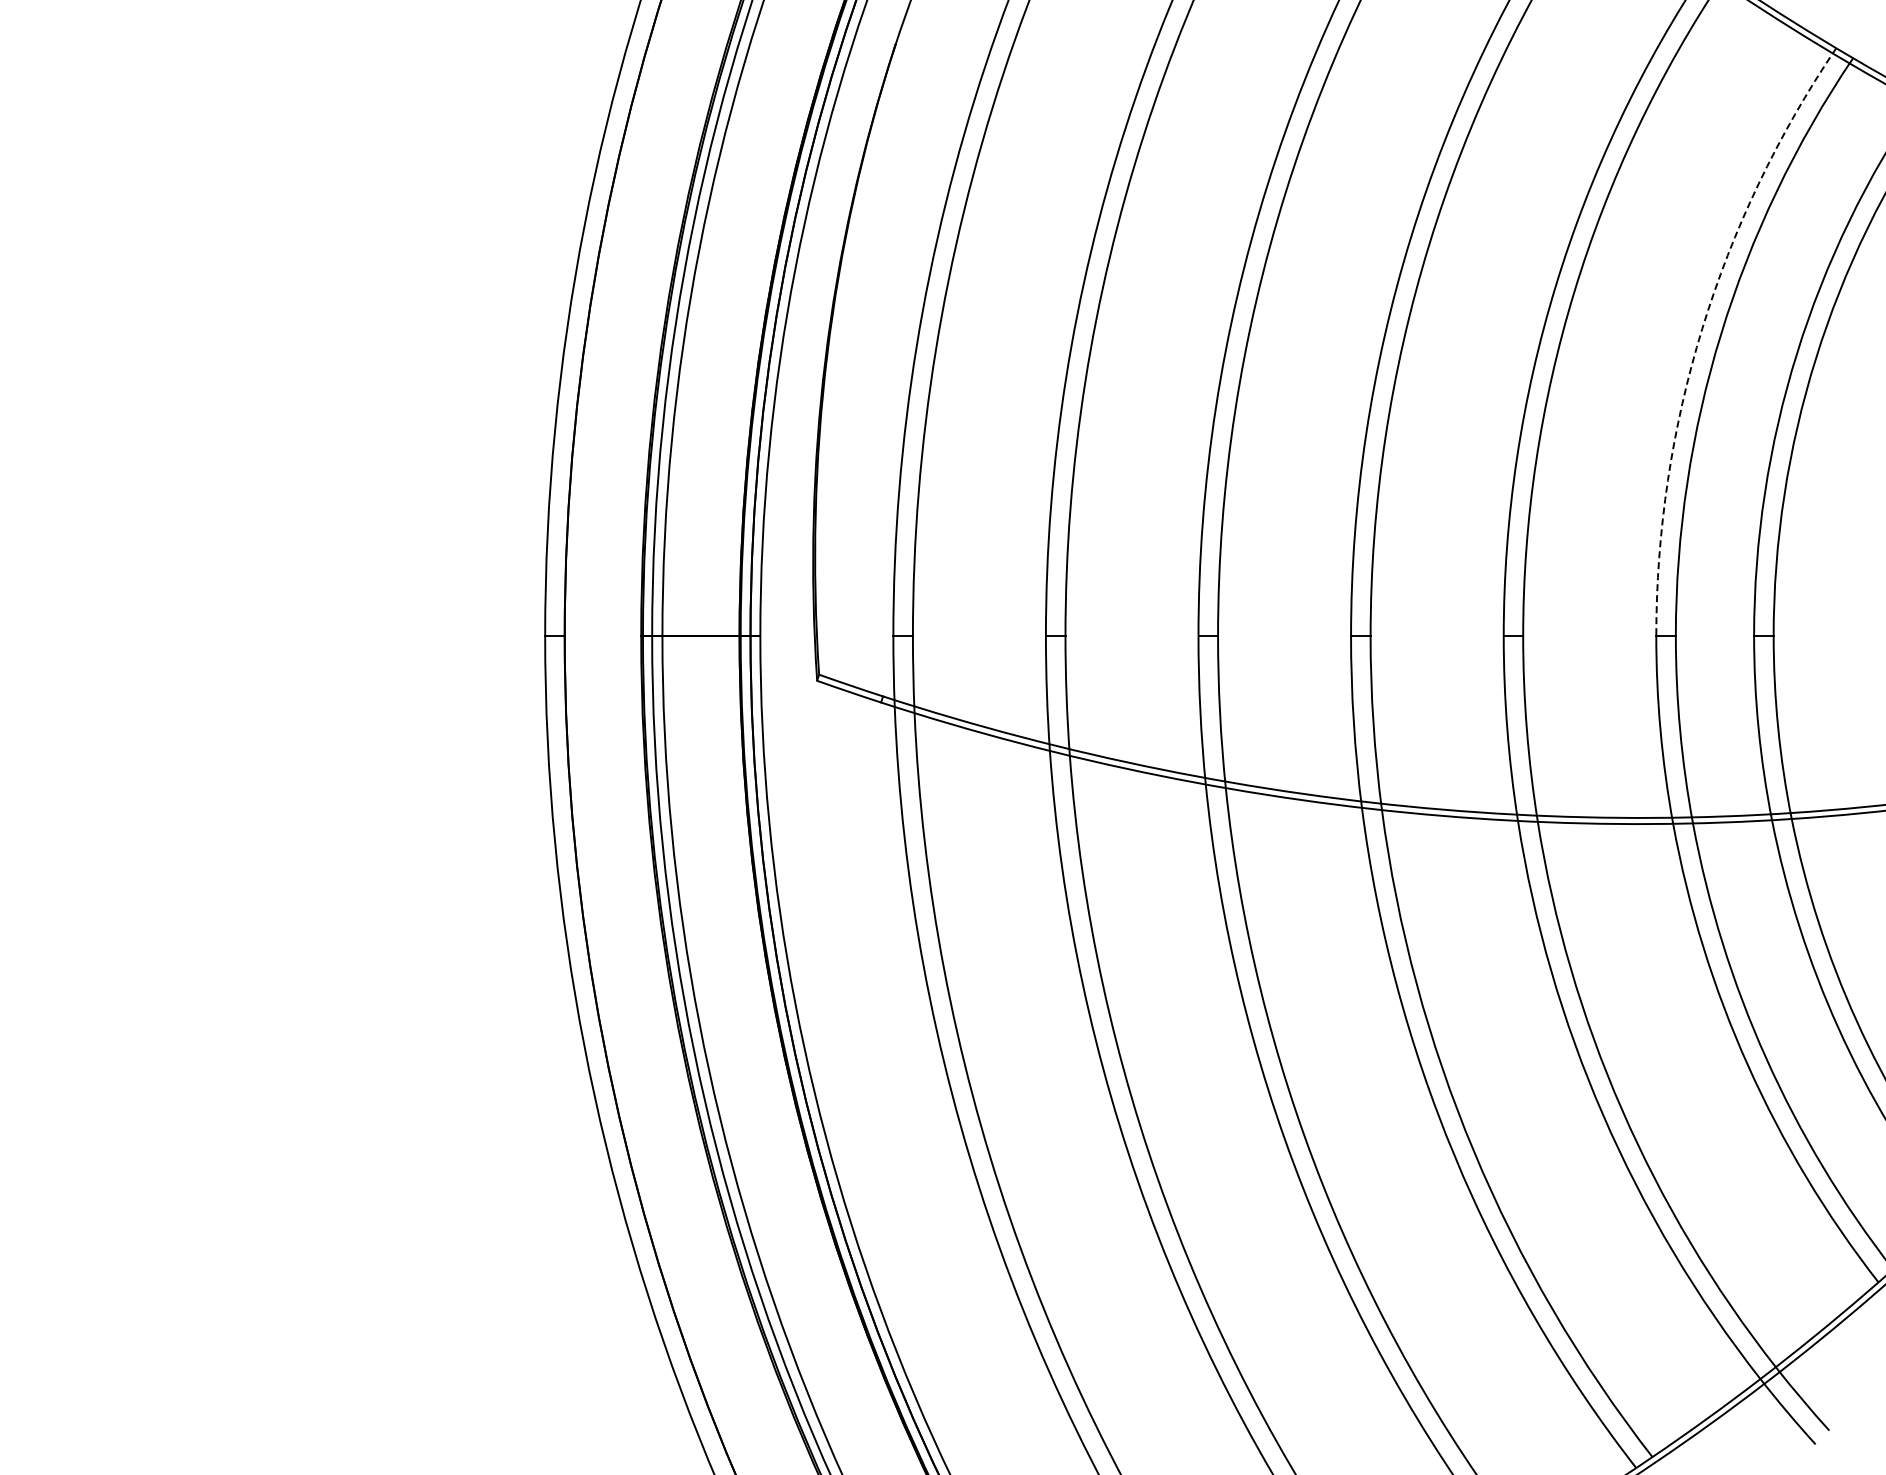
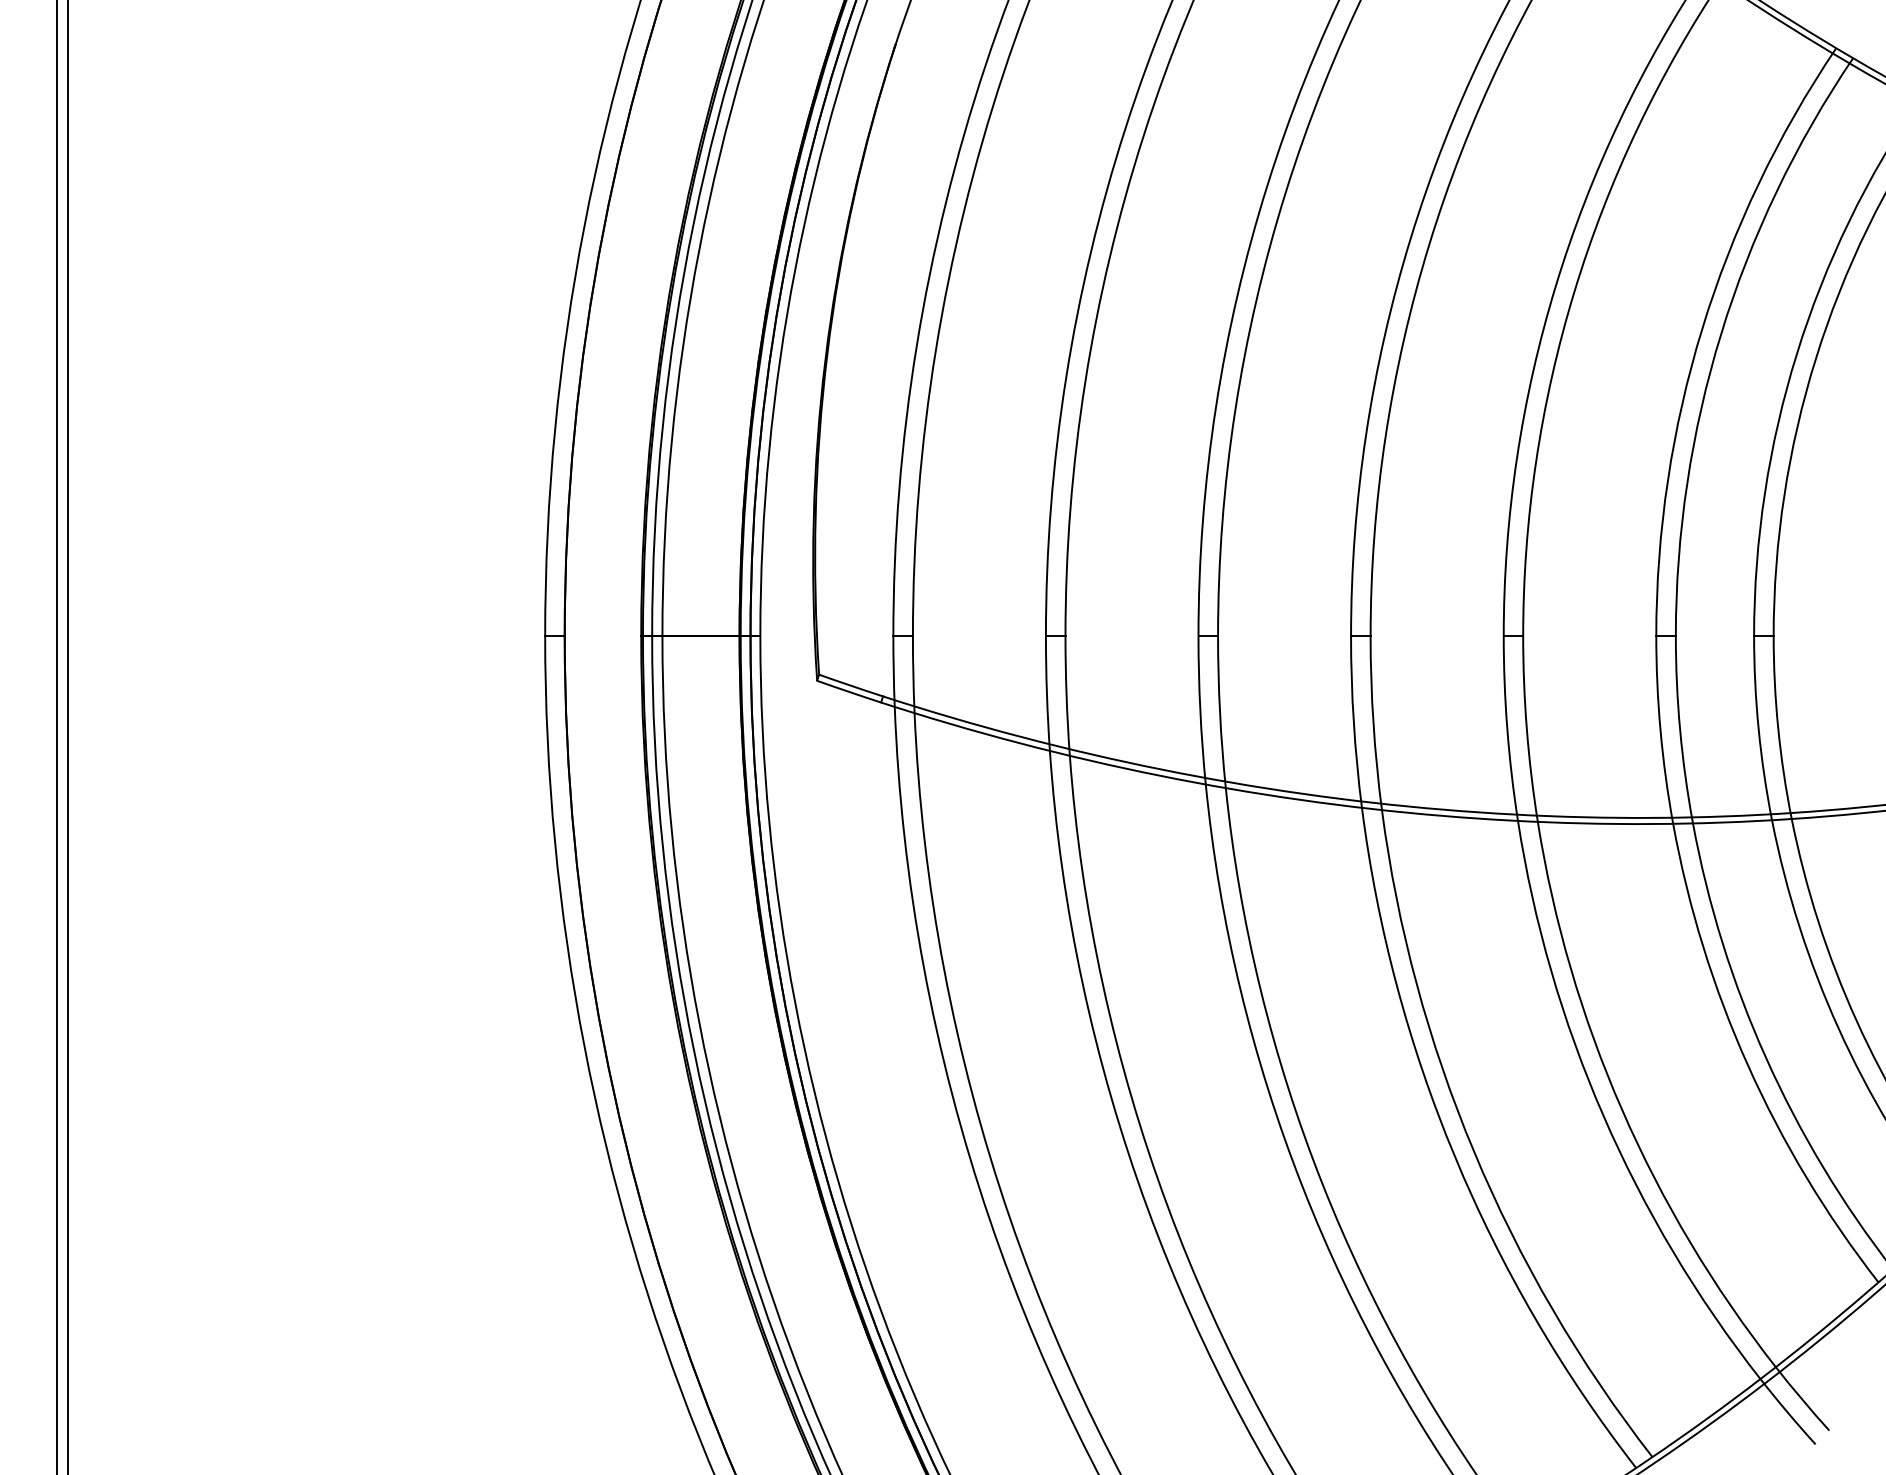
arc at (1702, 328): dashed -> solid
line at (56, 736): none -> present
line at (67, 736): none -> present
